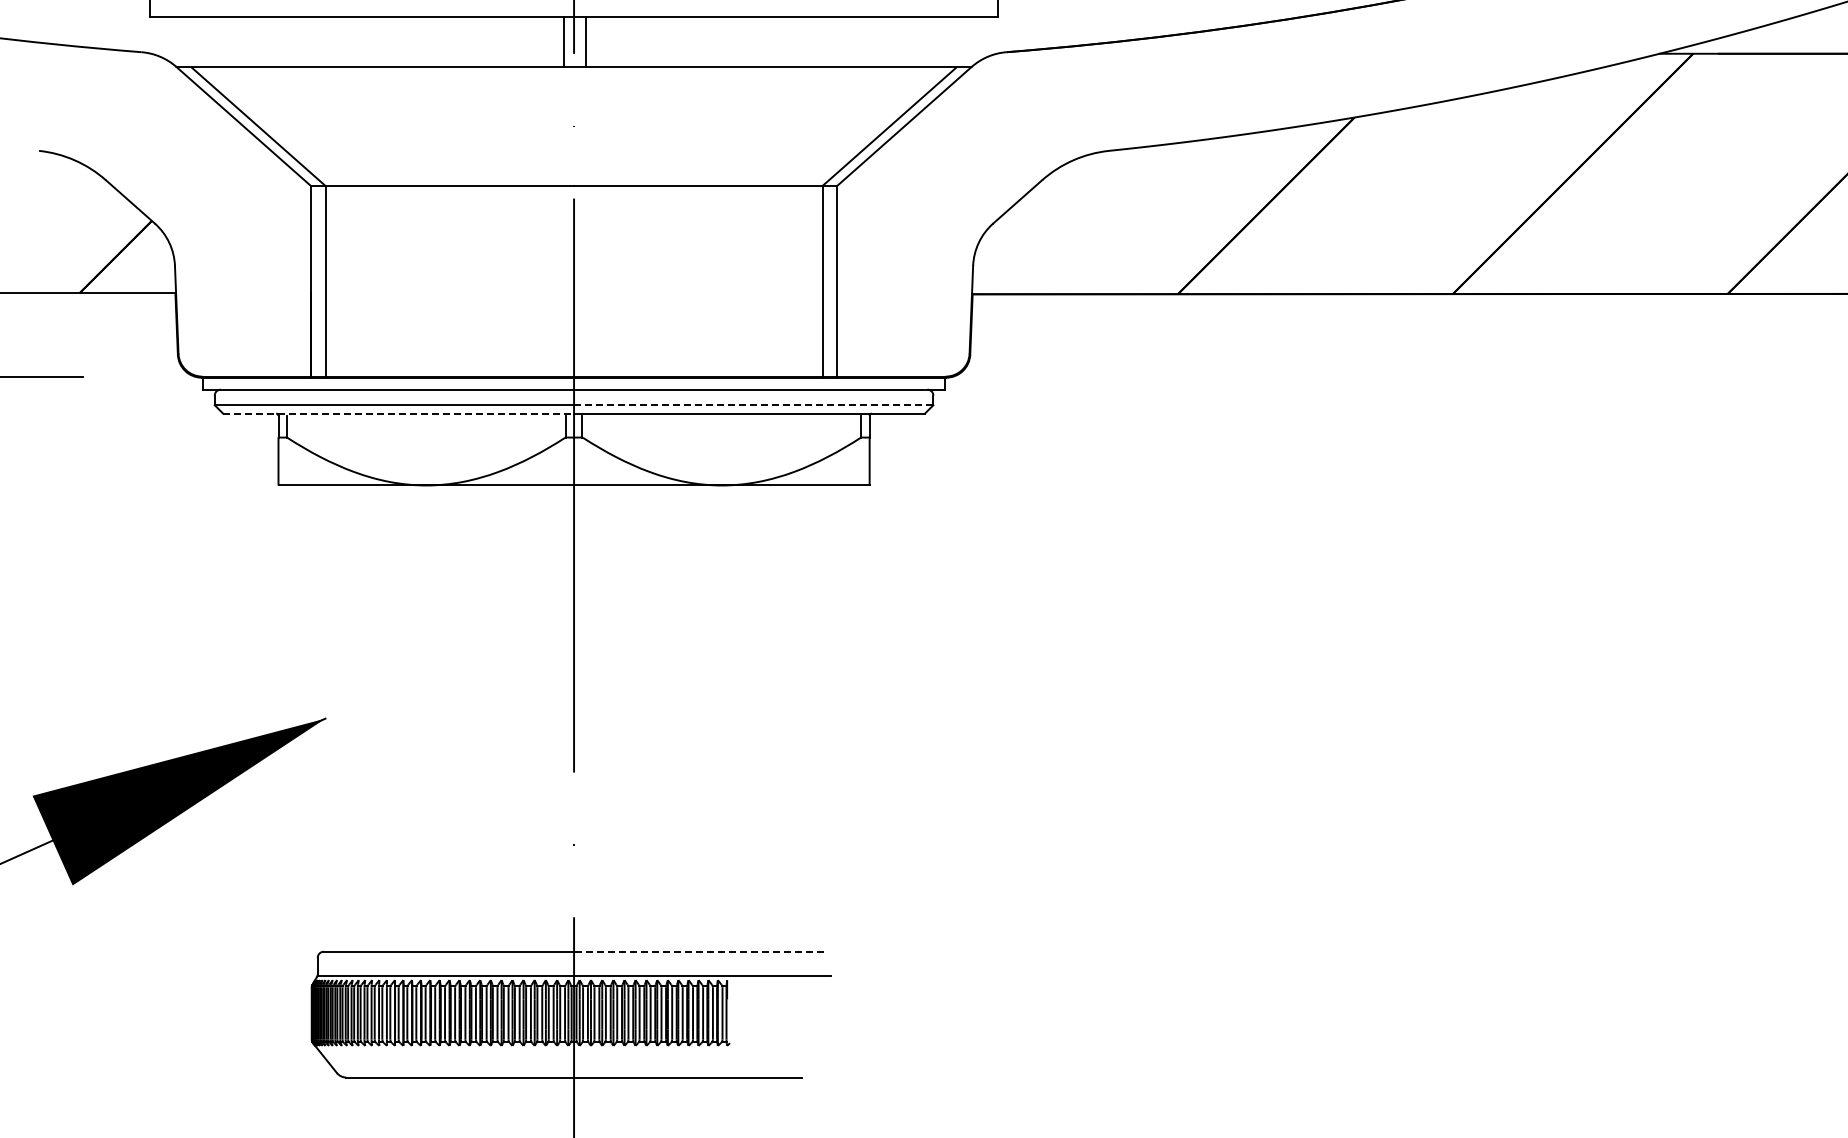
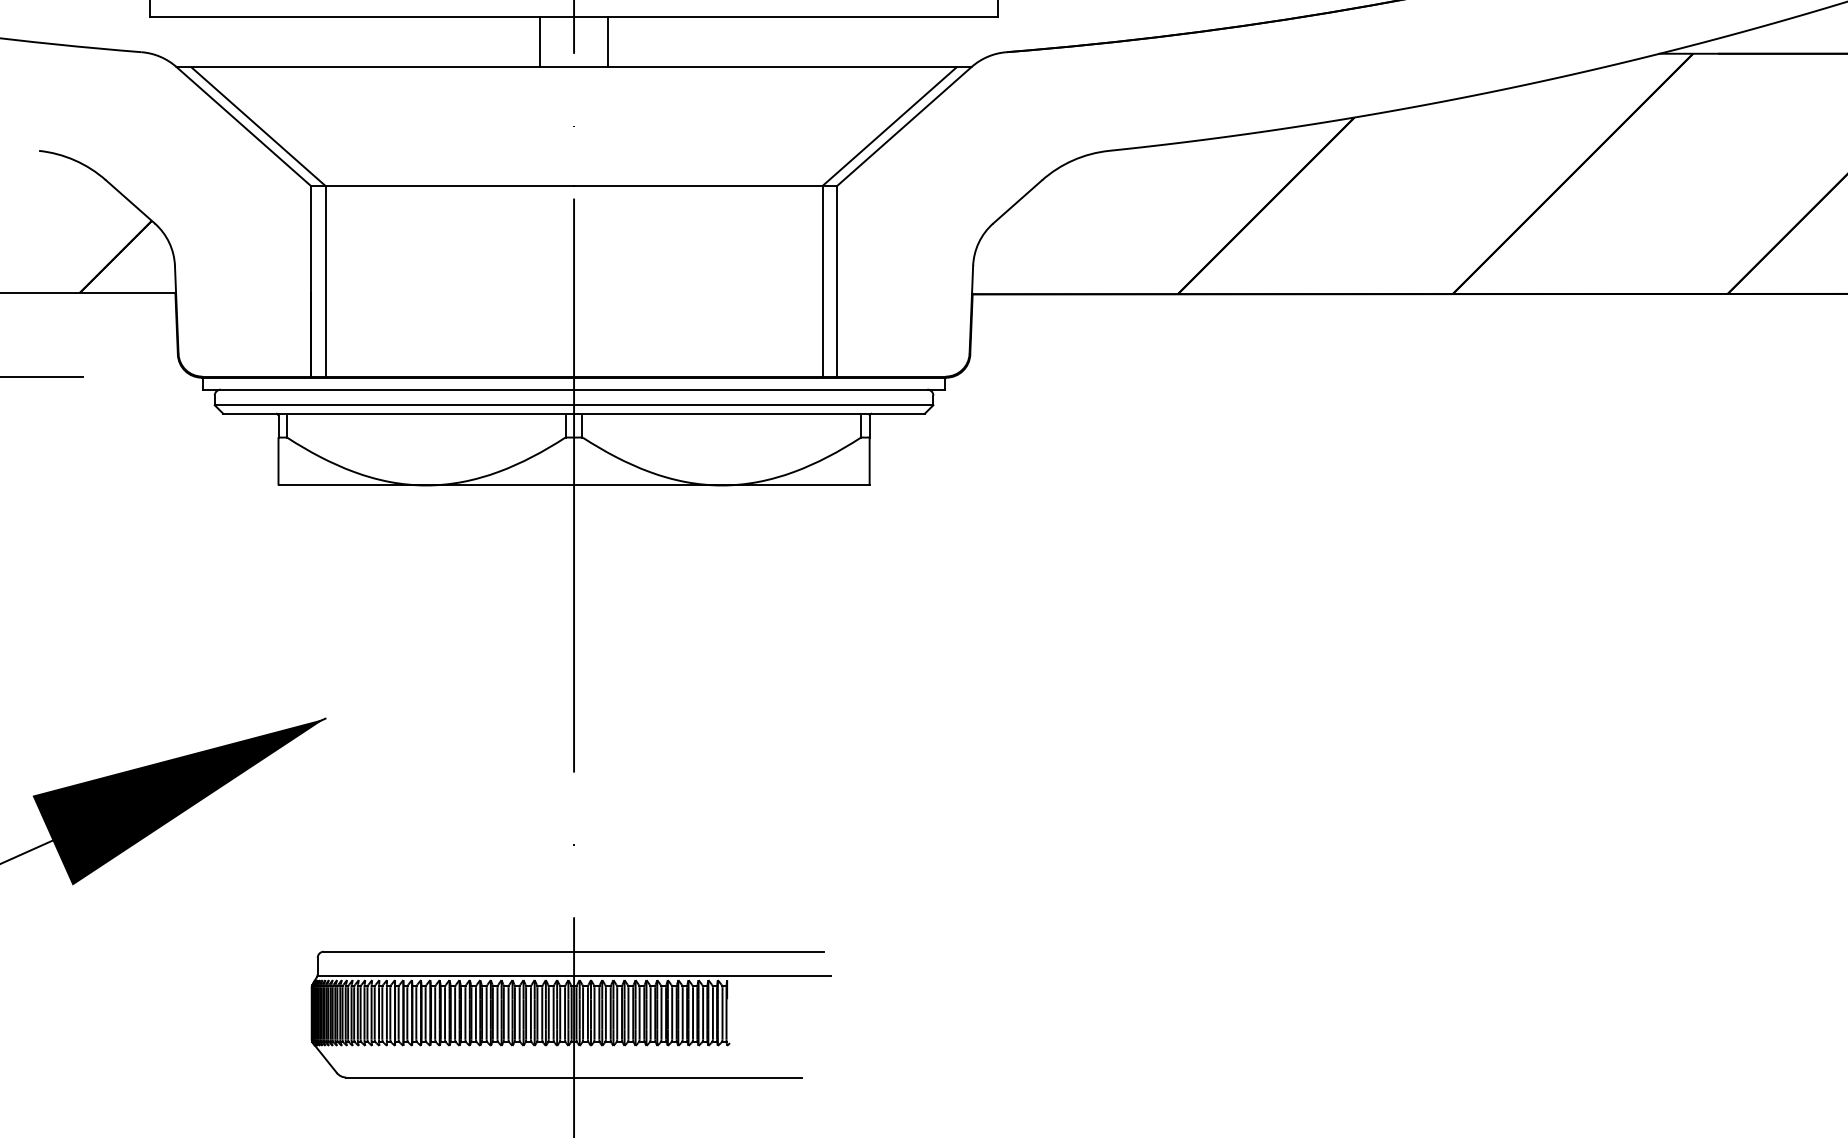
line at (564, 42) position: (564, 42) -> (540, 42)
line at (585, 42) position: (585, 42) -> (607, 42)
line at (753, 405): dashed -> solid
line at (399, 413): dashed -> solid
line at (698, 951): dashed -> solid
